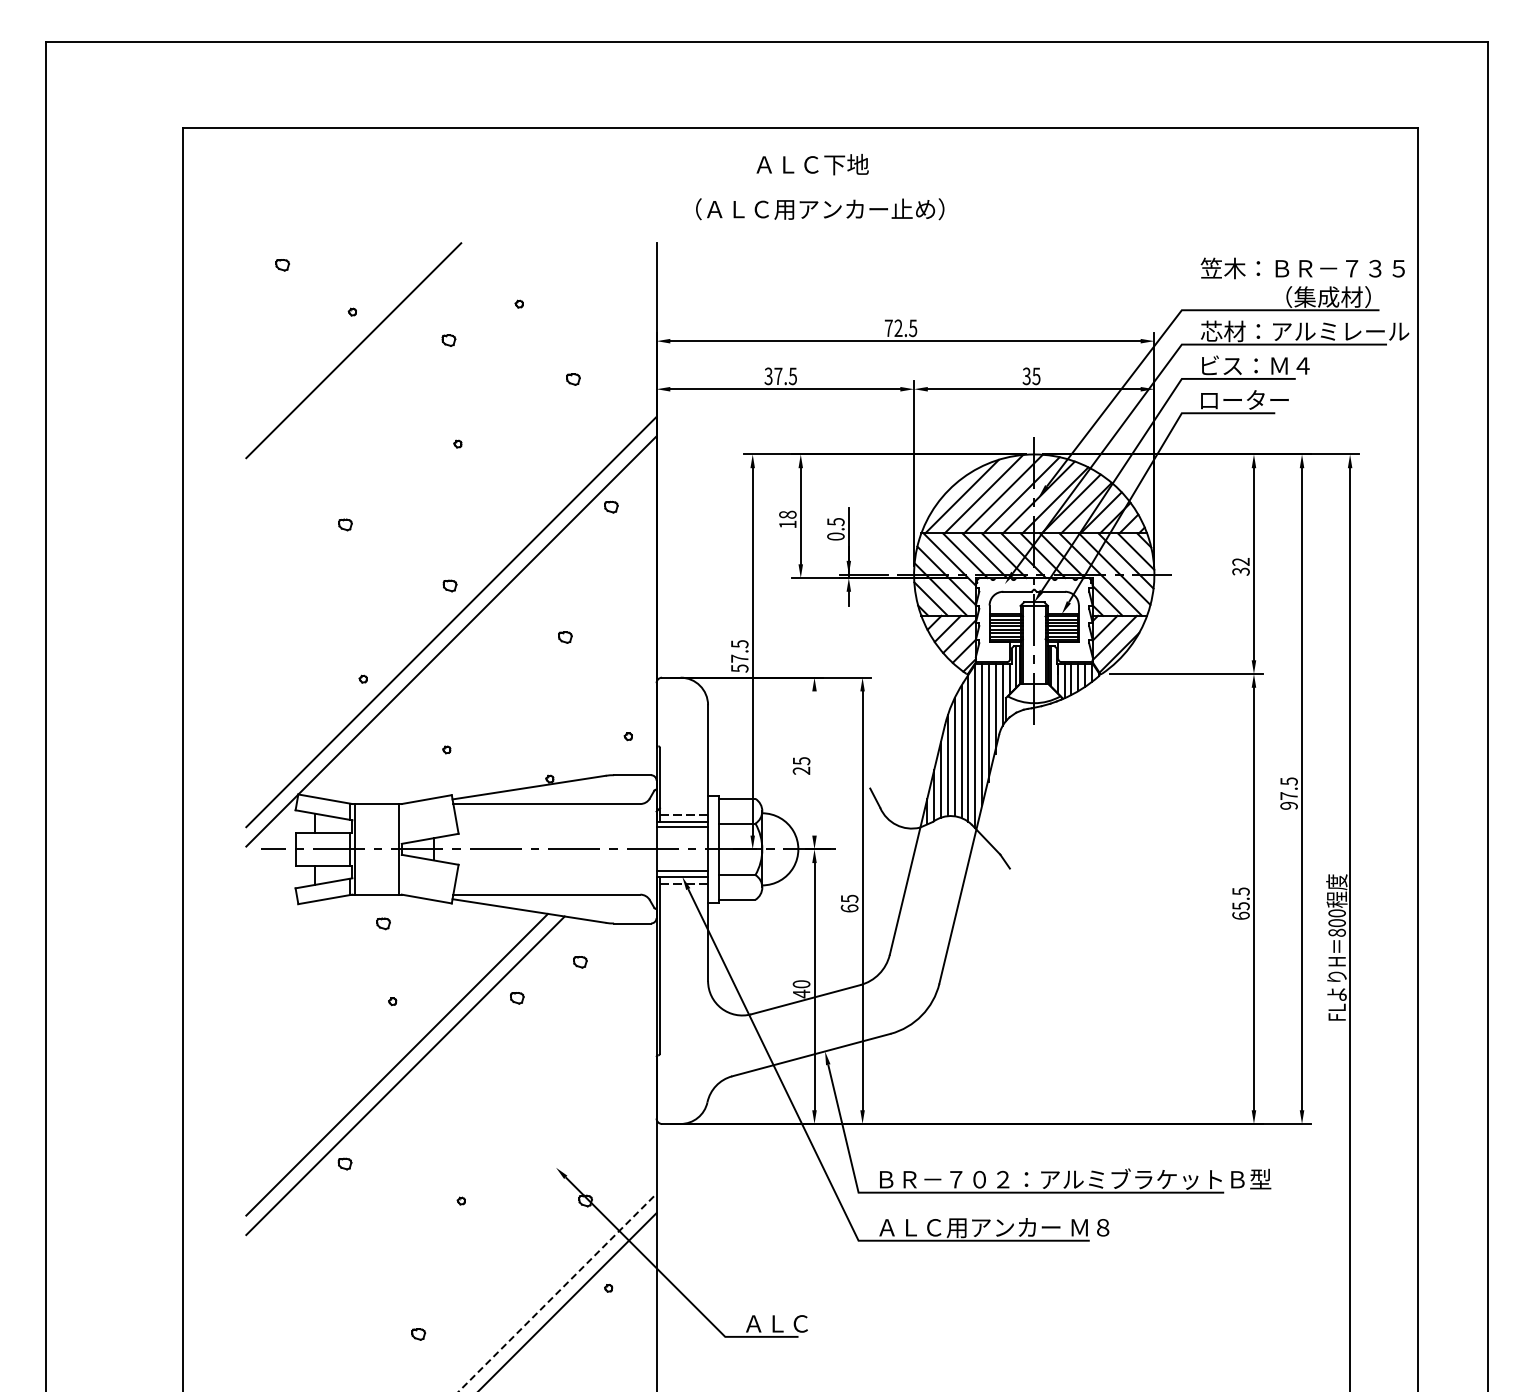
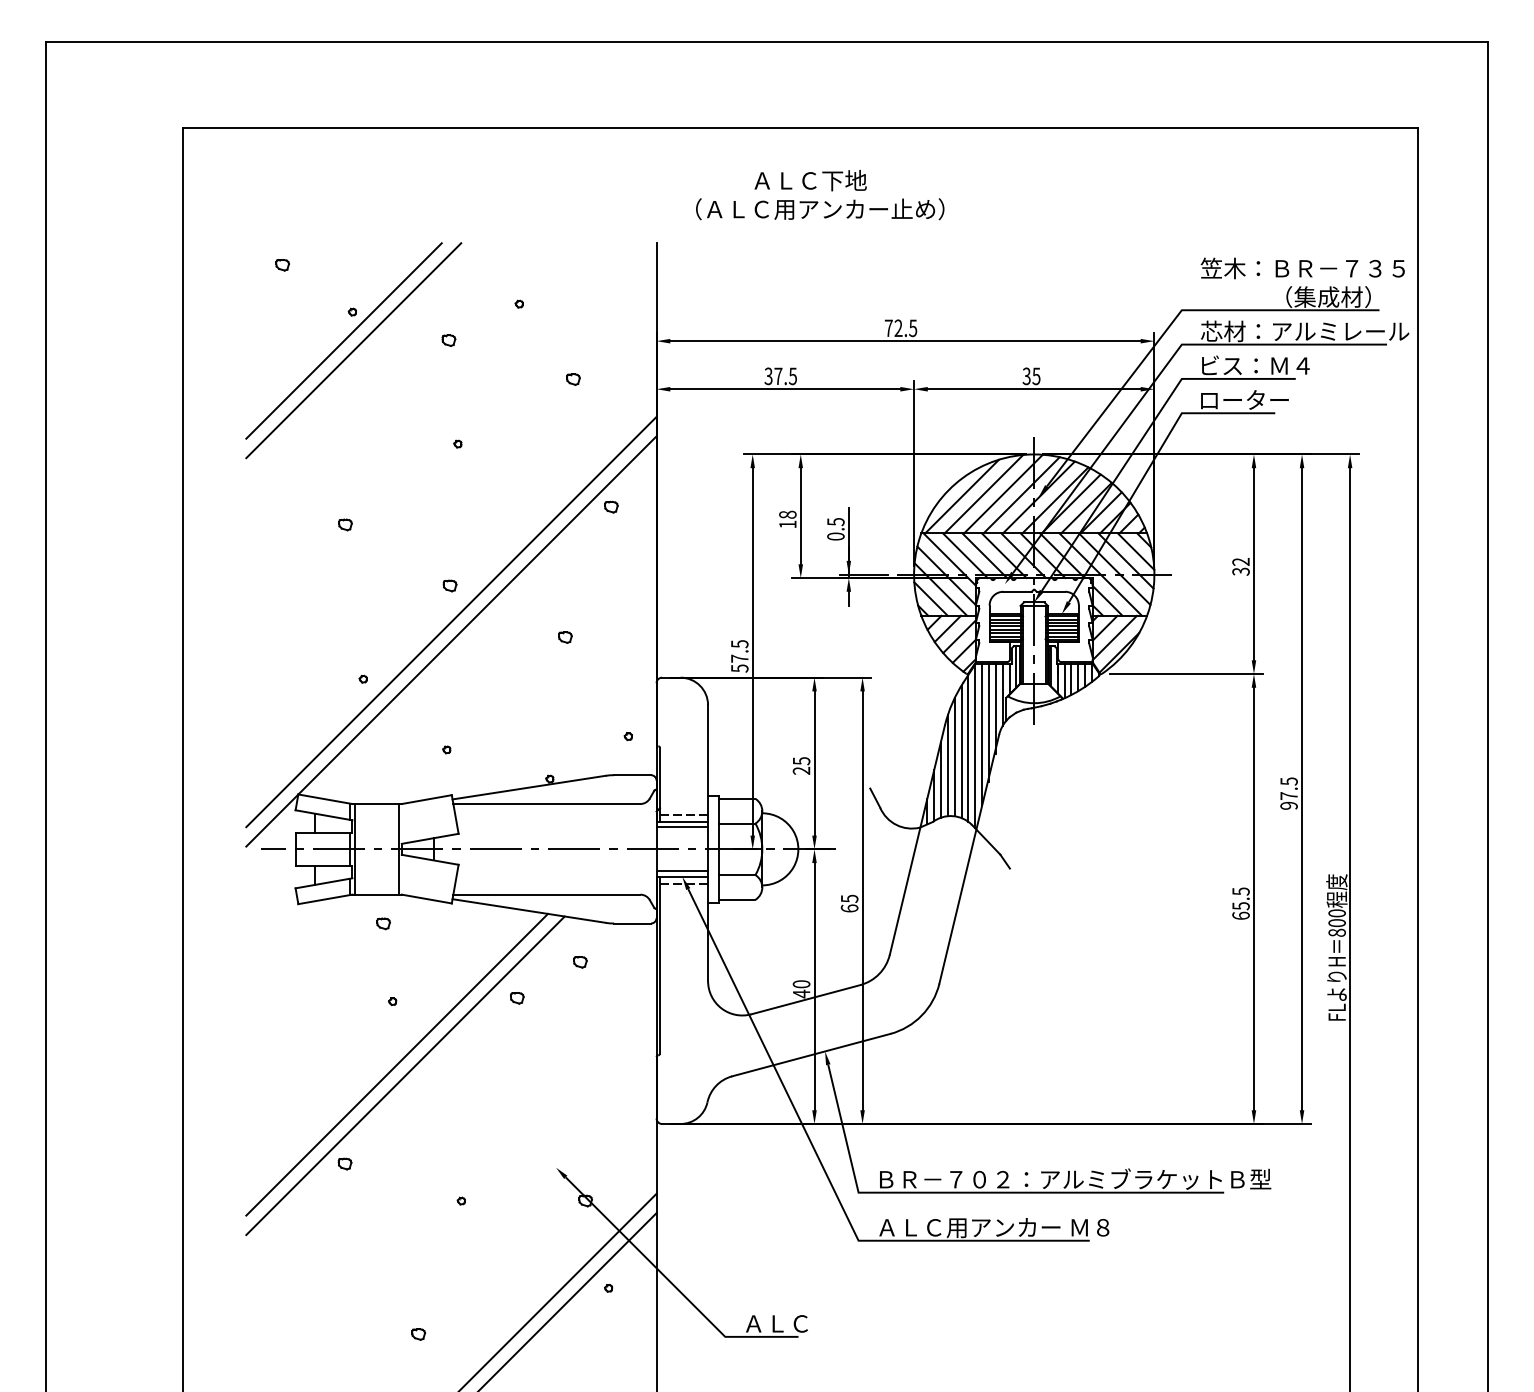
text at (812, 164) position: (812, 164) -> (810, 180)
line at (343, 340): none -> present
line at (814, 763): none -> present
line at (557, 1292): dashed -> solid
